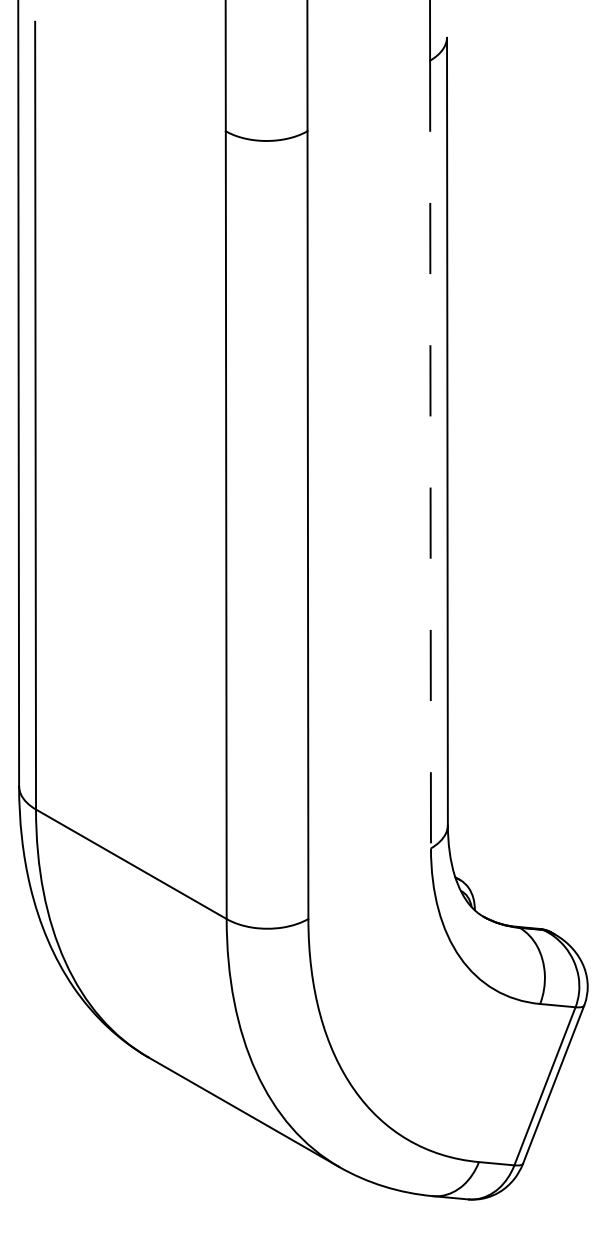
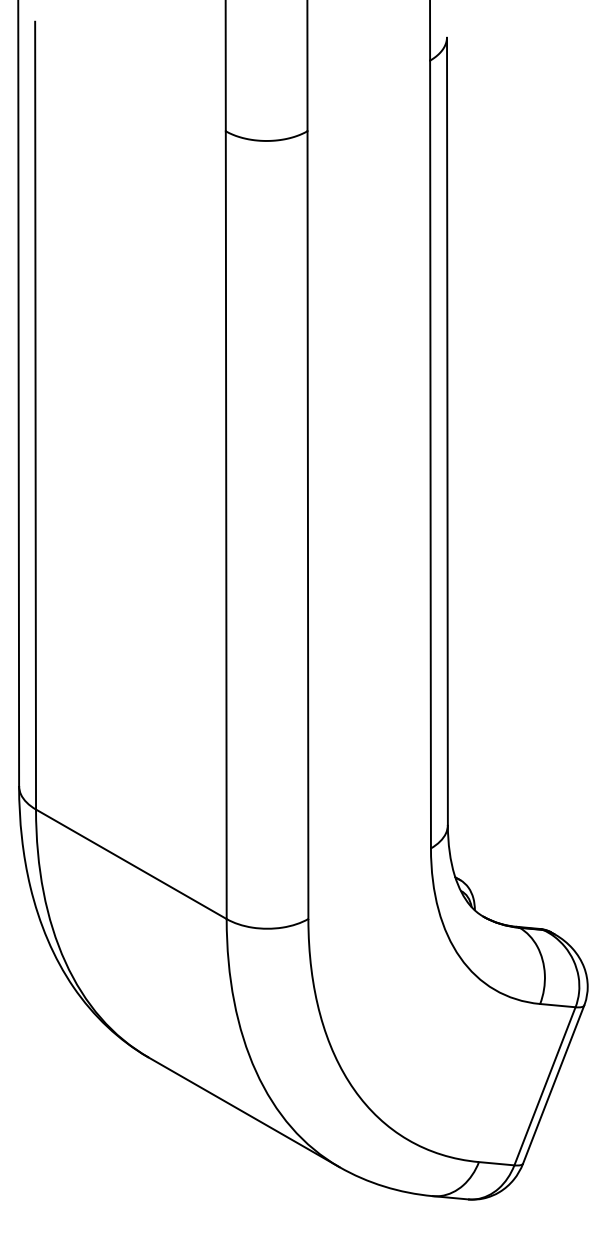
line at (430, 454): dashed -> solid
